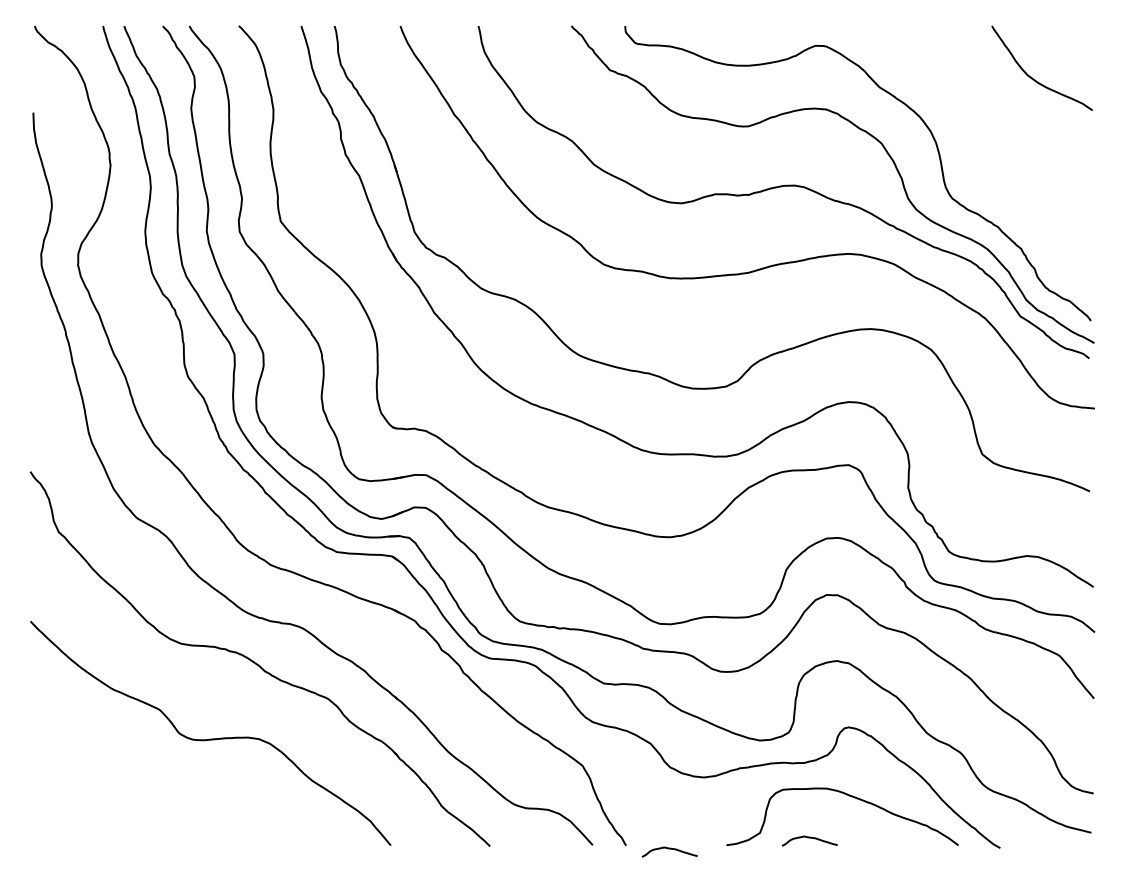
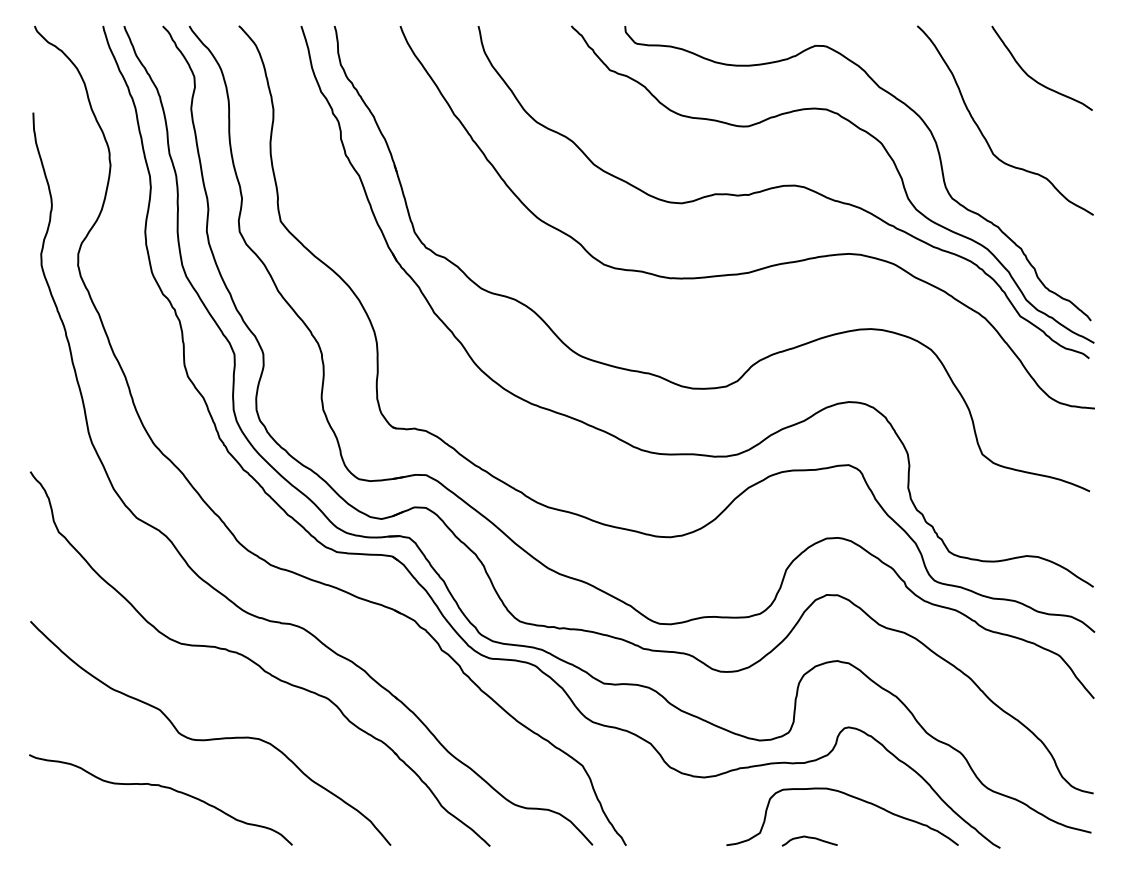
curve at (984, 135): none -> present
curve at (161, 787): none -> present
curve at (669, 849): present -> none
